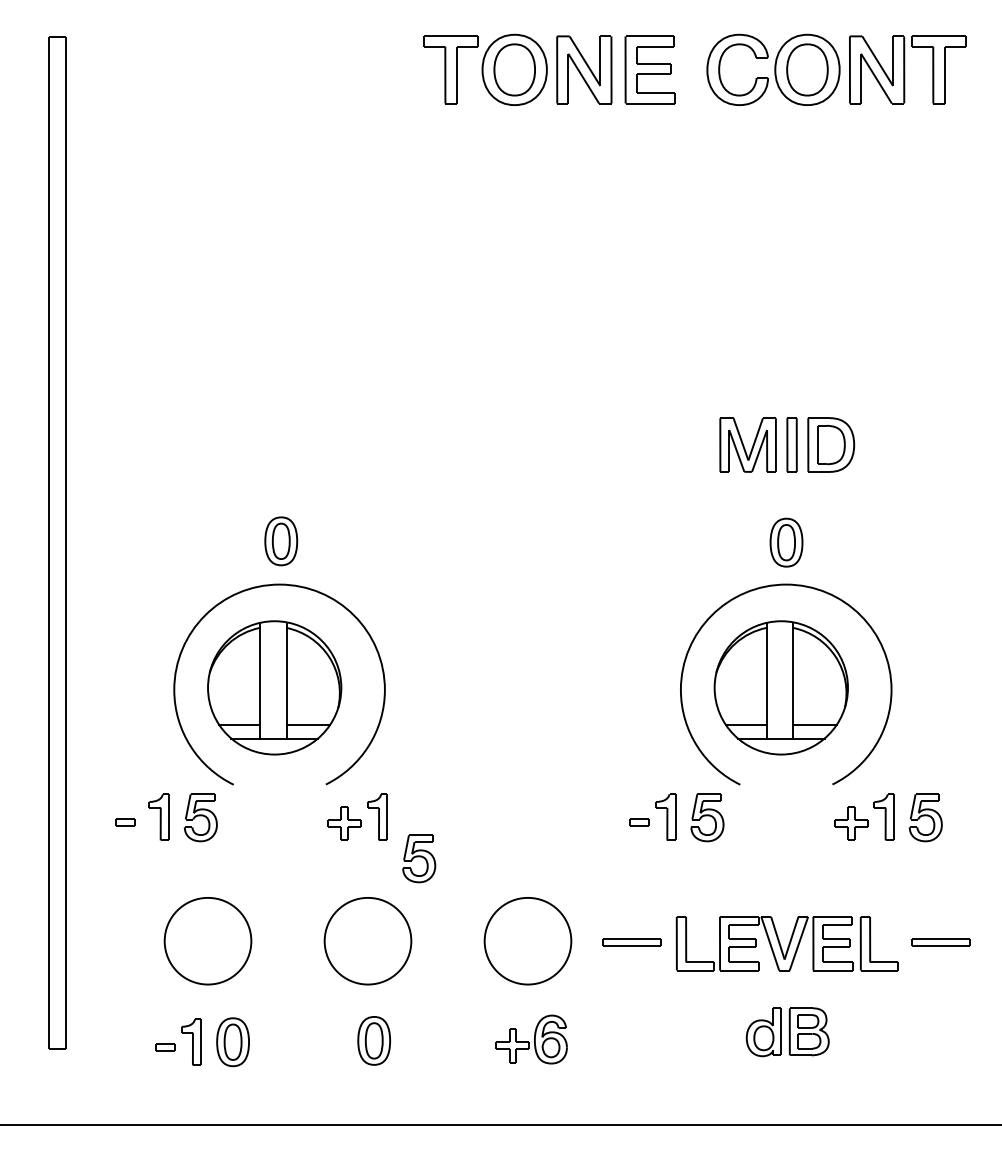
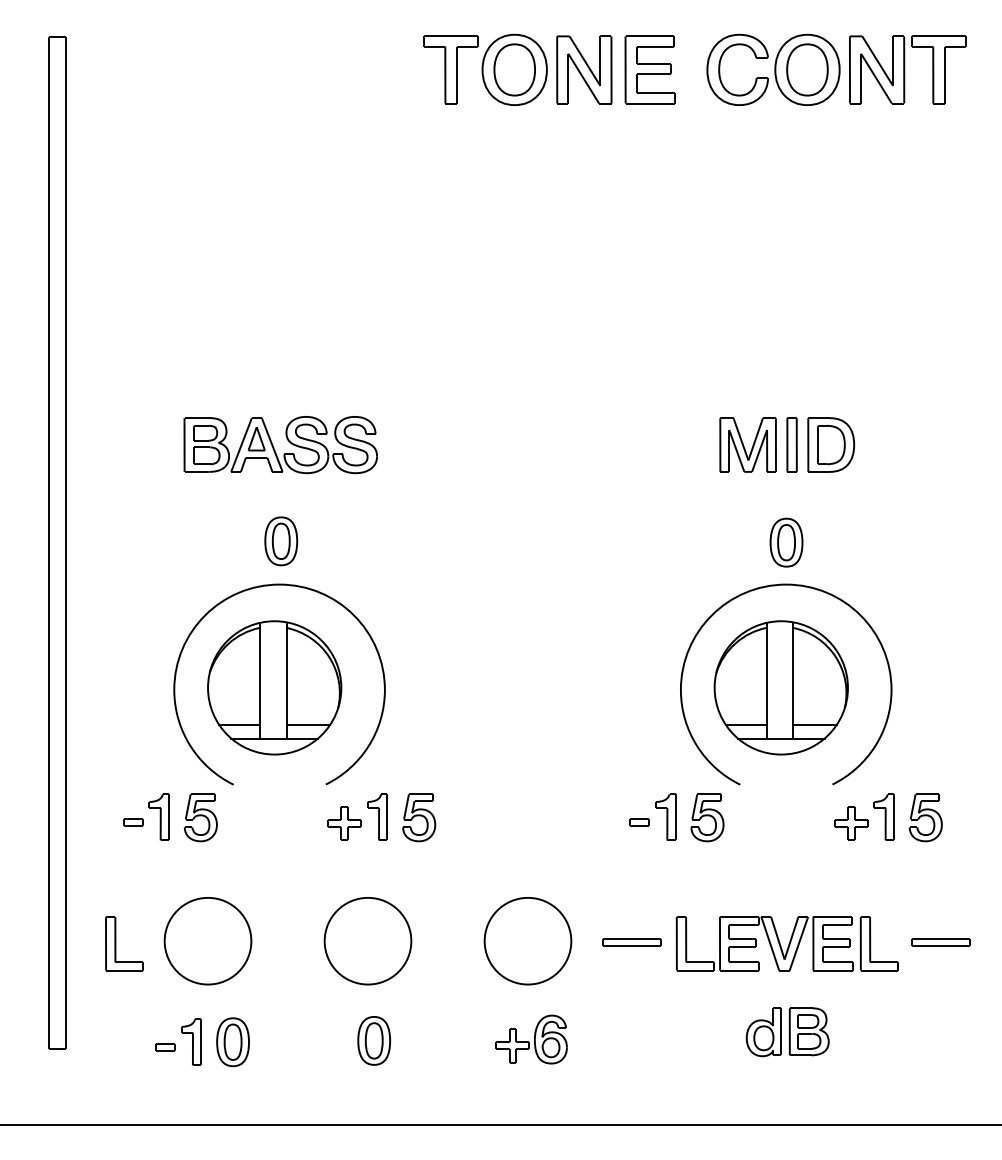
part at (274, 447): none -> present
part at (125, 822) position: (125, 822) -> (133, 822)
part at (419, 858) position: (419, 858) -> (419, 817)
part at (116, 943): none -> present
